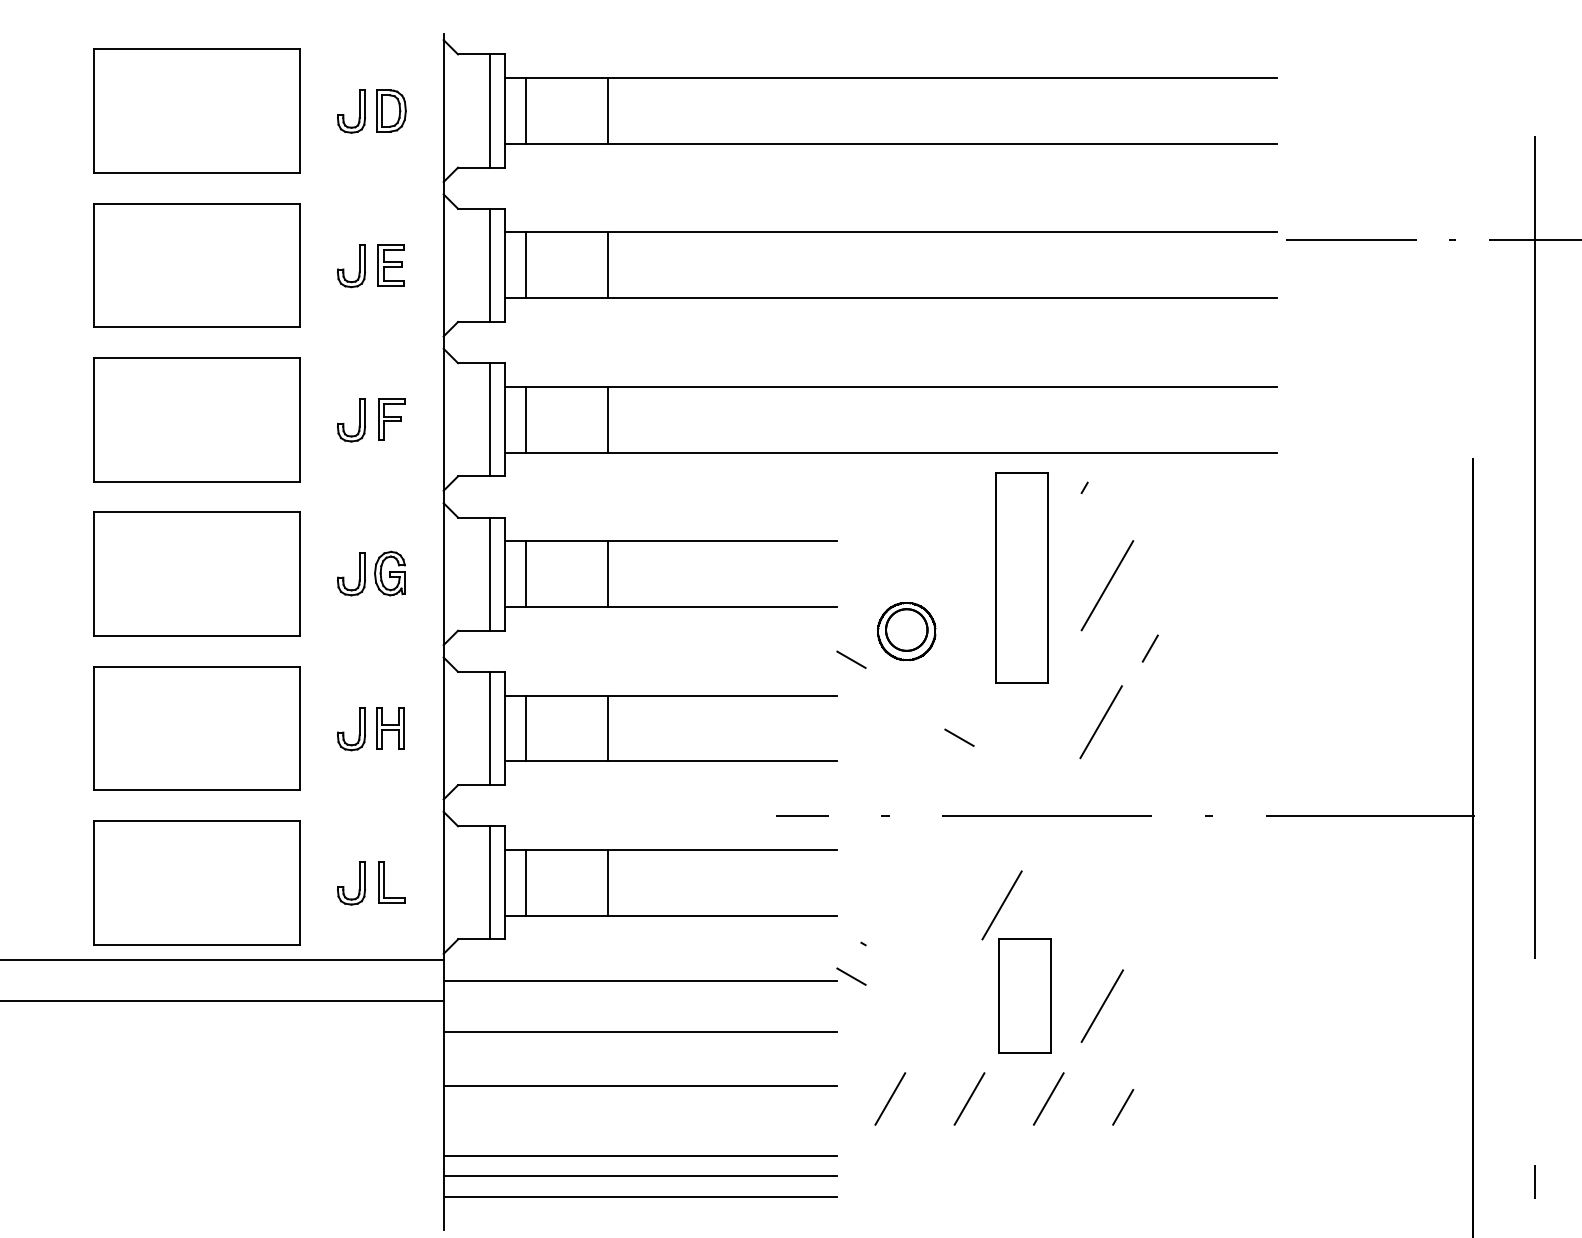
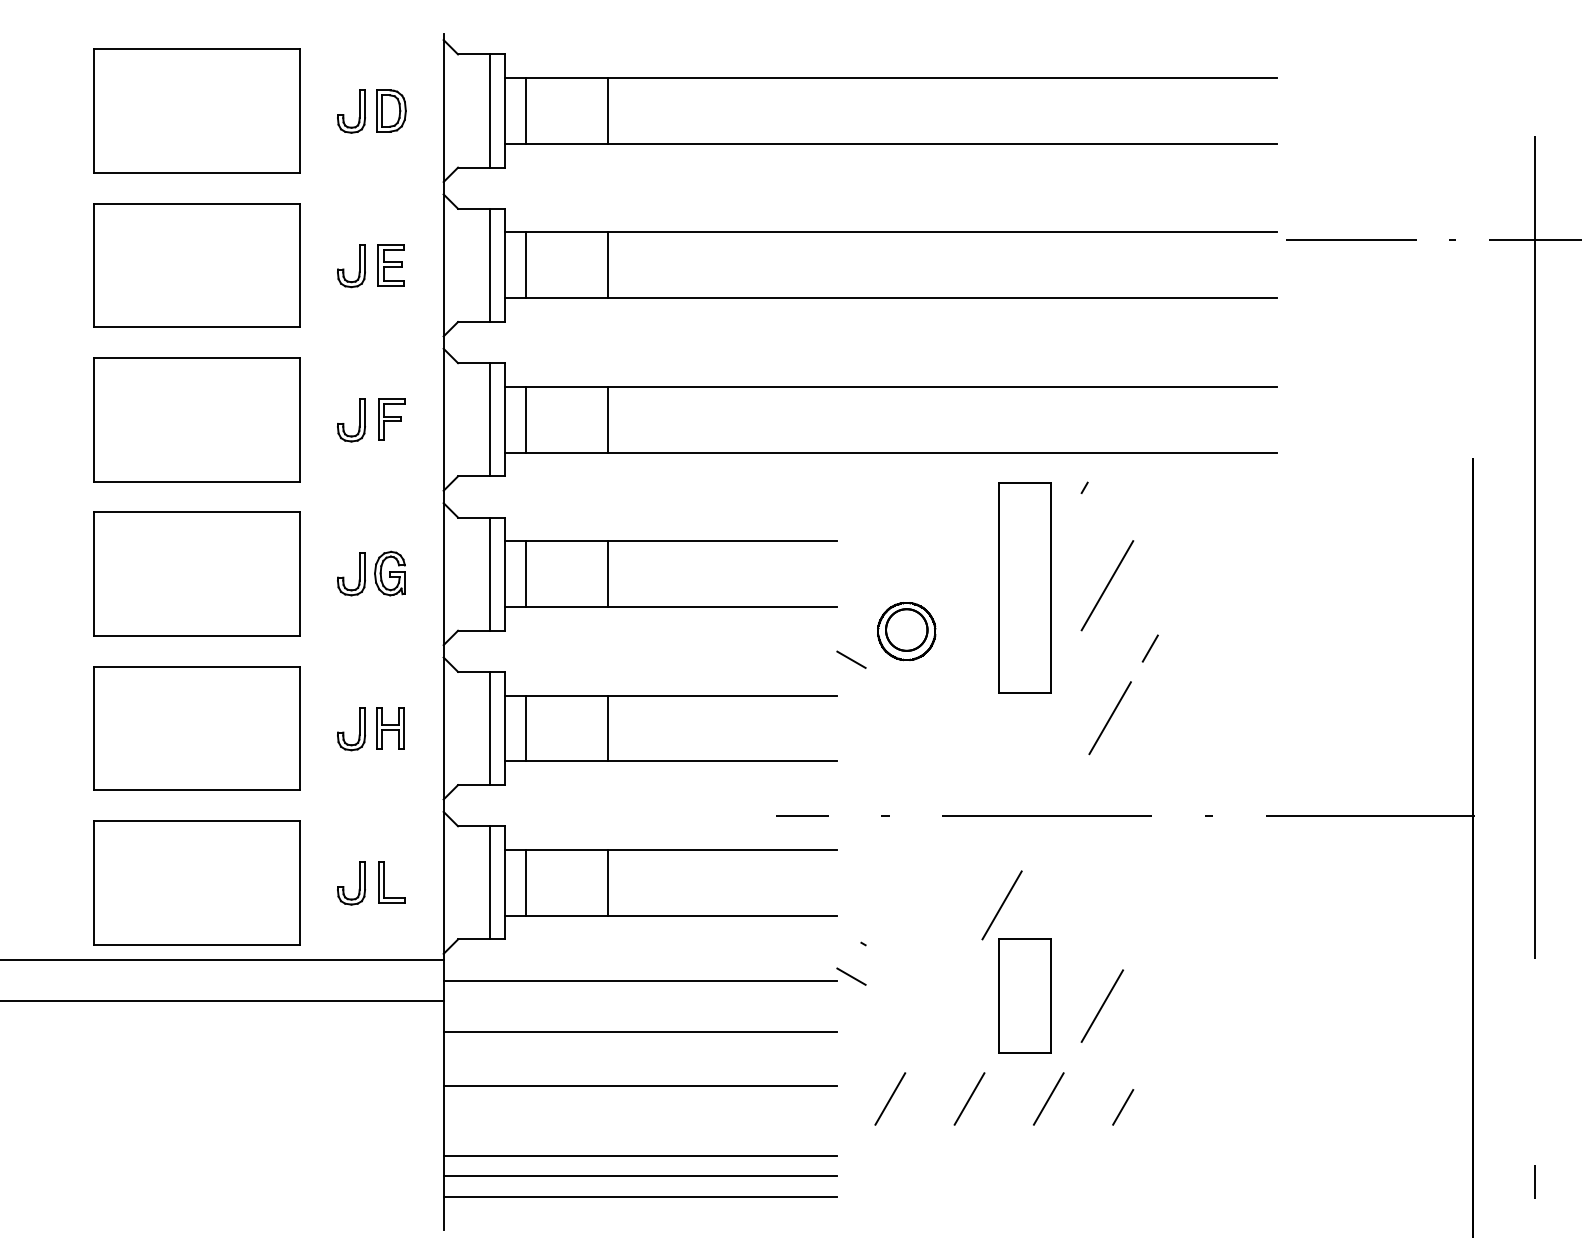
part at (1021, 577) position: (1021, 577) -> (1024, 587)
line at (1100, 722) position: (1100, 722) -> (1109, 718)
line at (959, 737): present -> none
